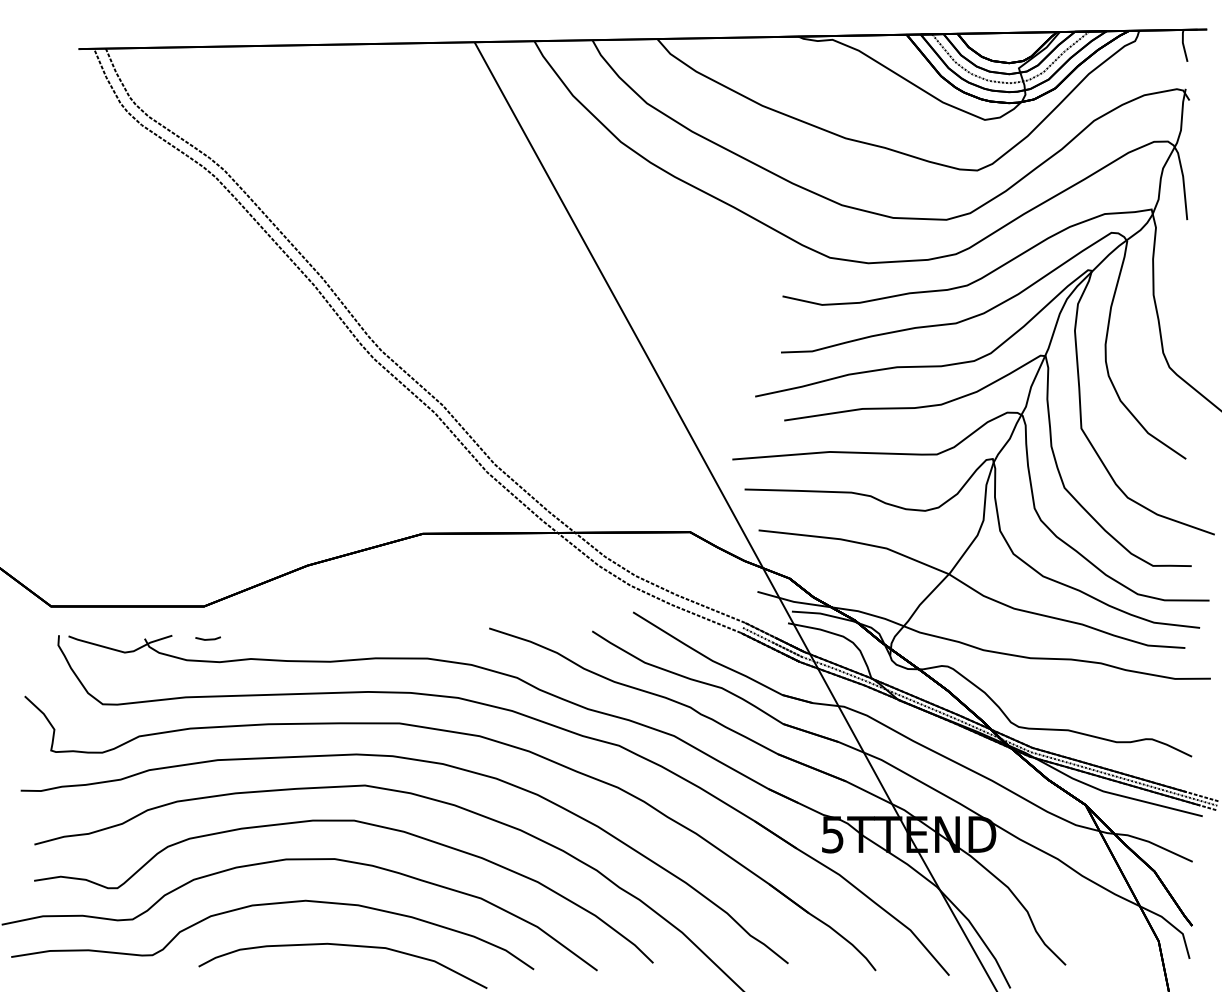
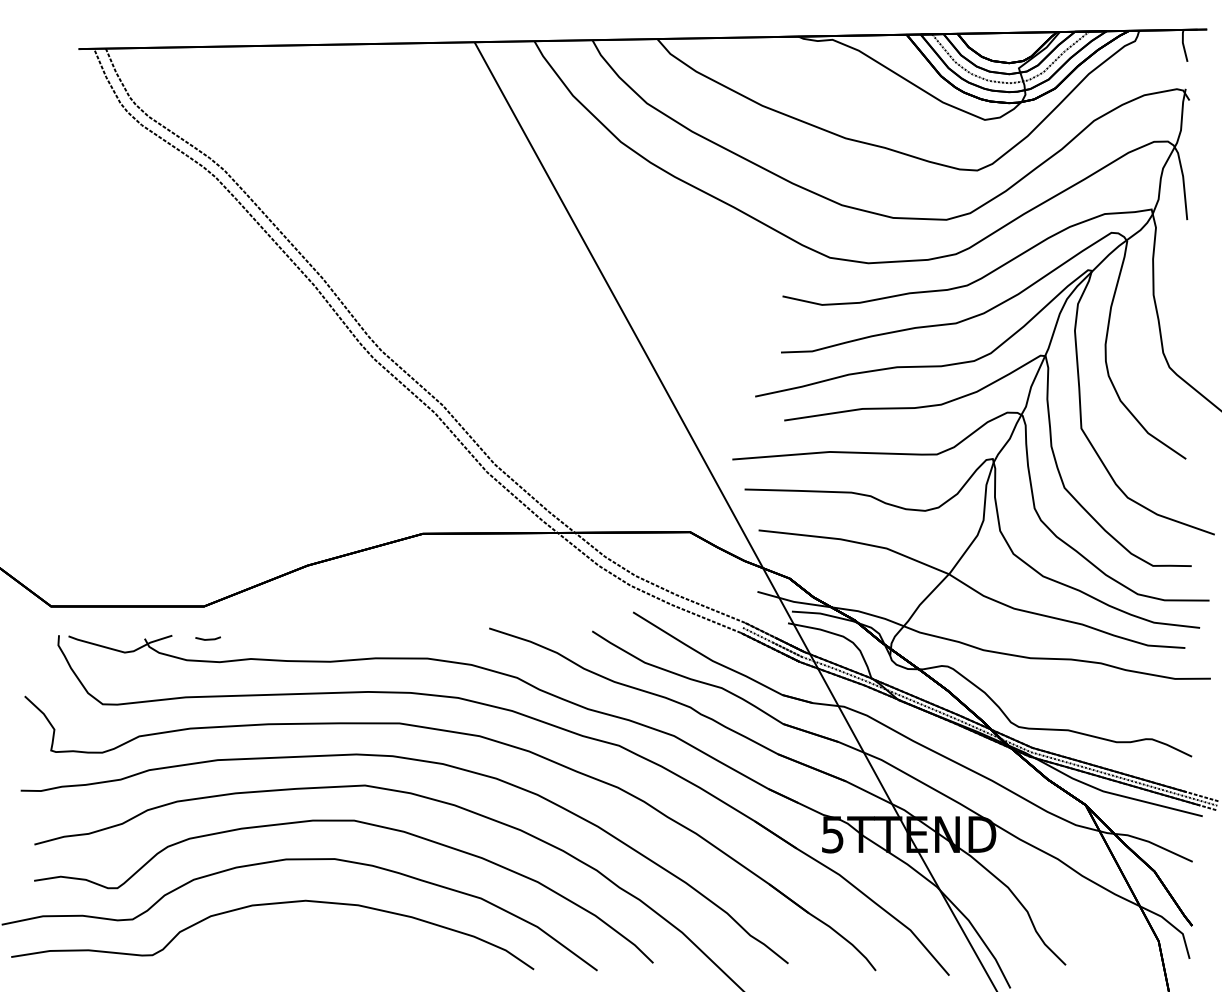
part at (346, 946): present -> none
